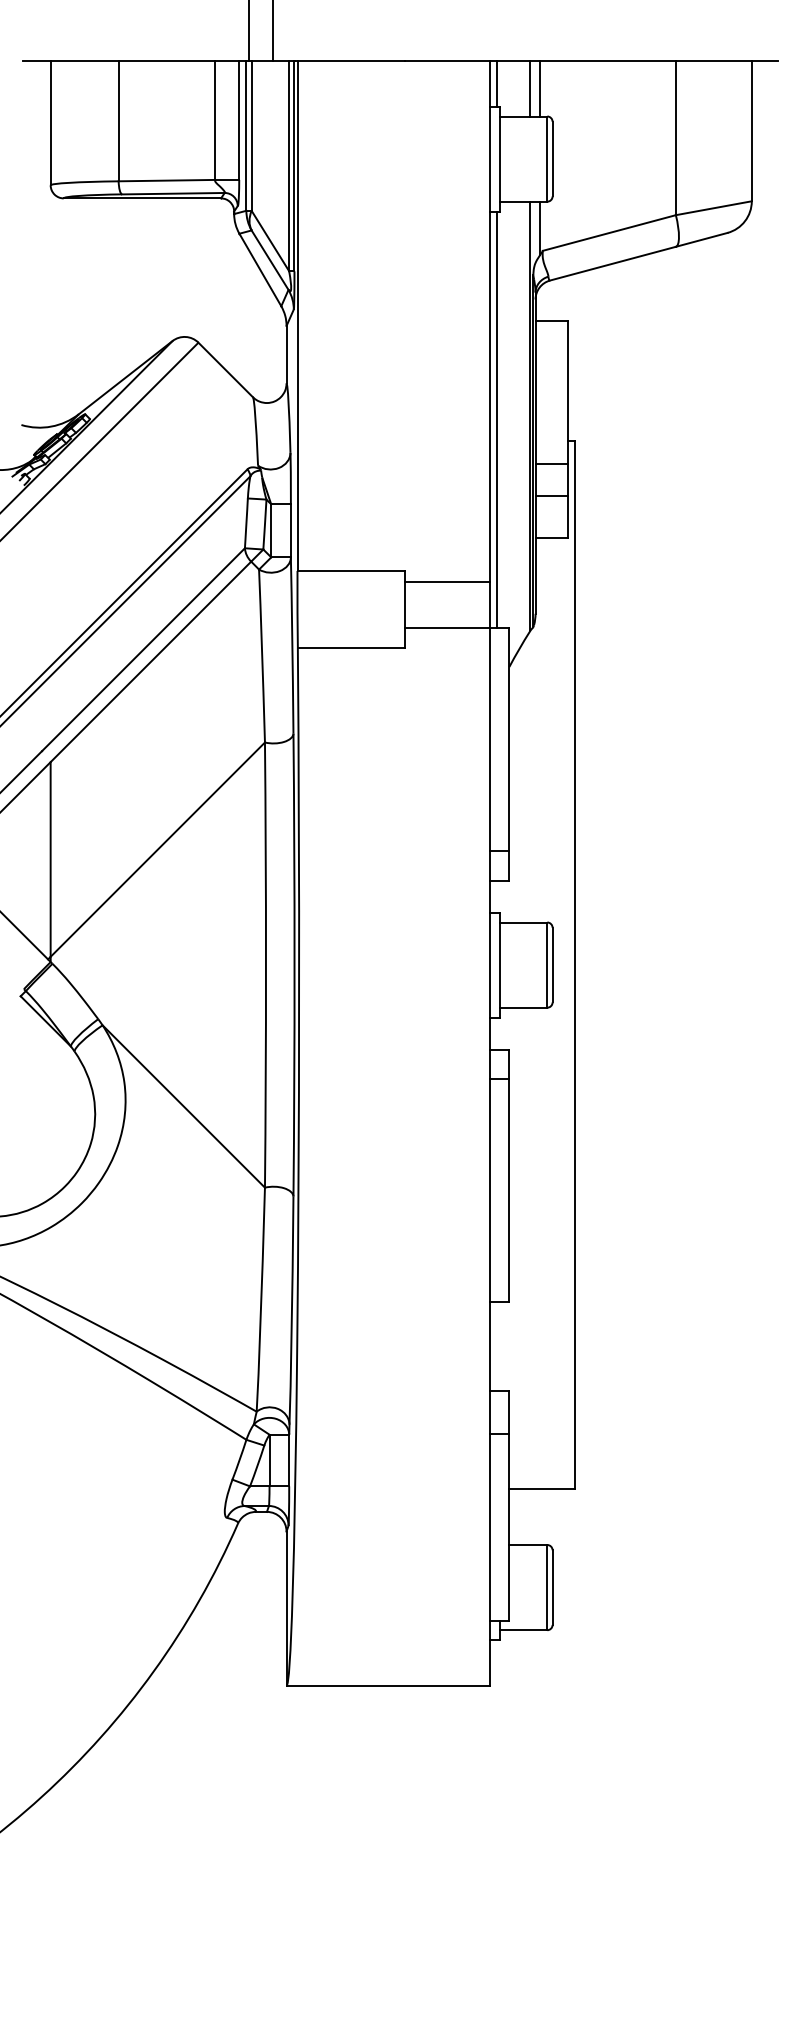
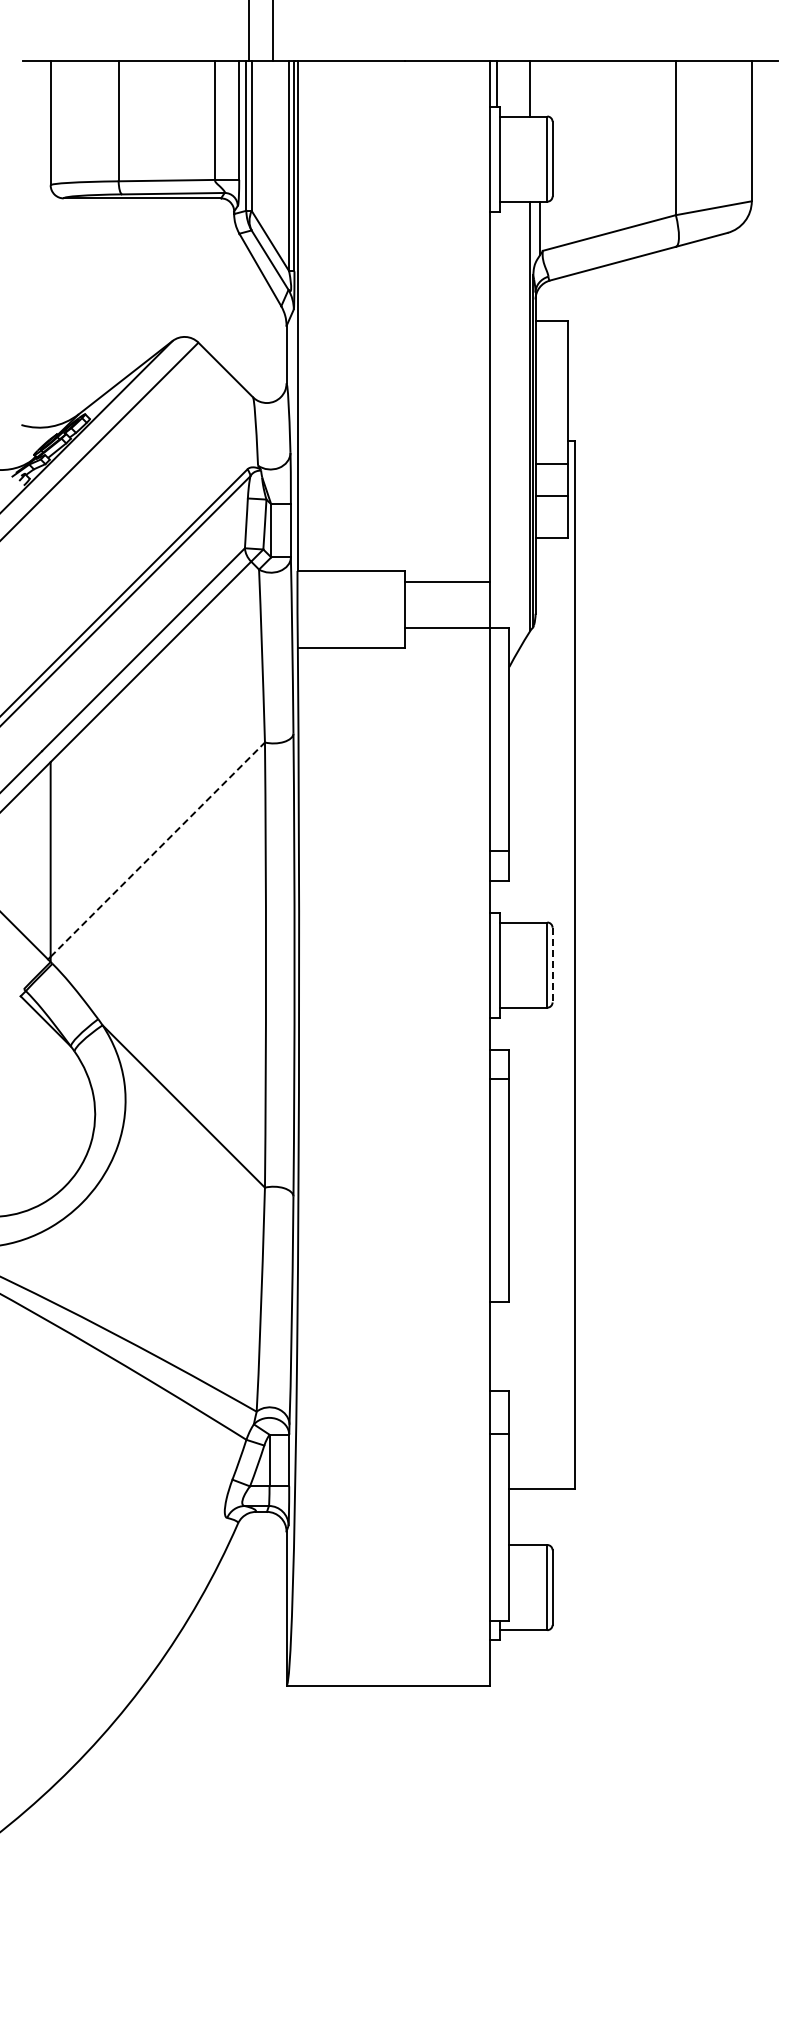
line at (540, 88): present -> none
line at (496, 419): present -> none
line at (157, 849): solid -> dashed
line at (552, 965): solid -> dashed
